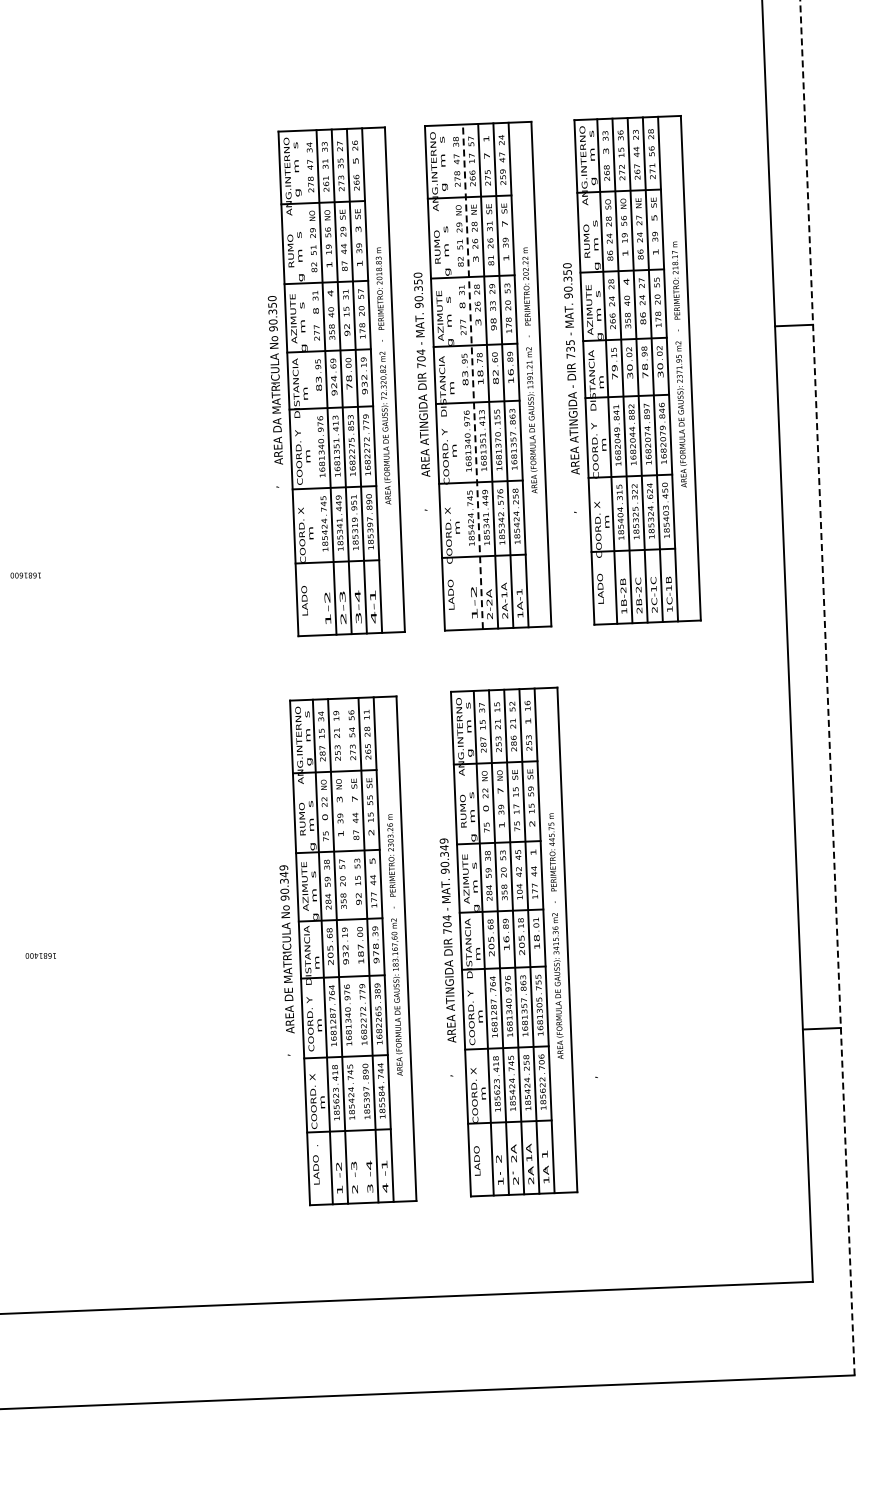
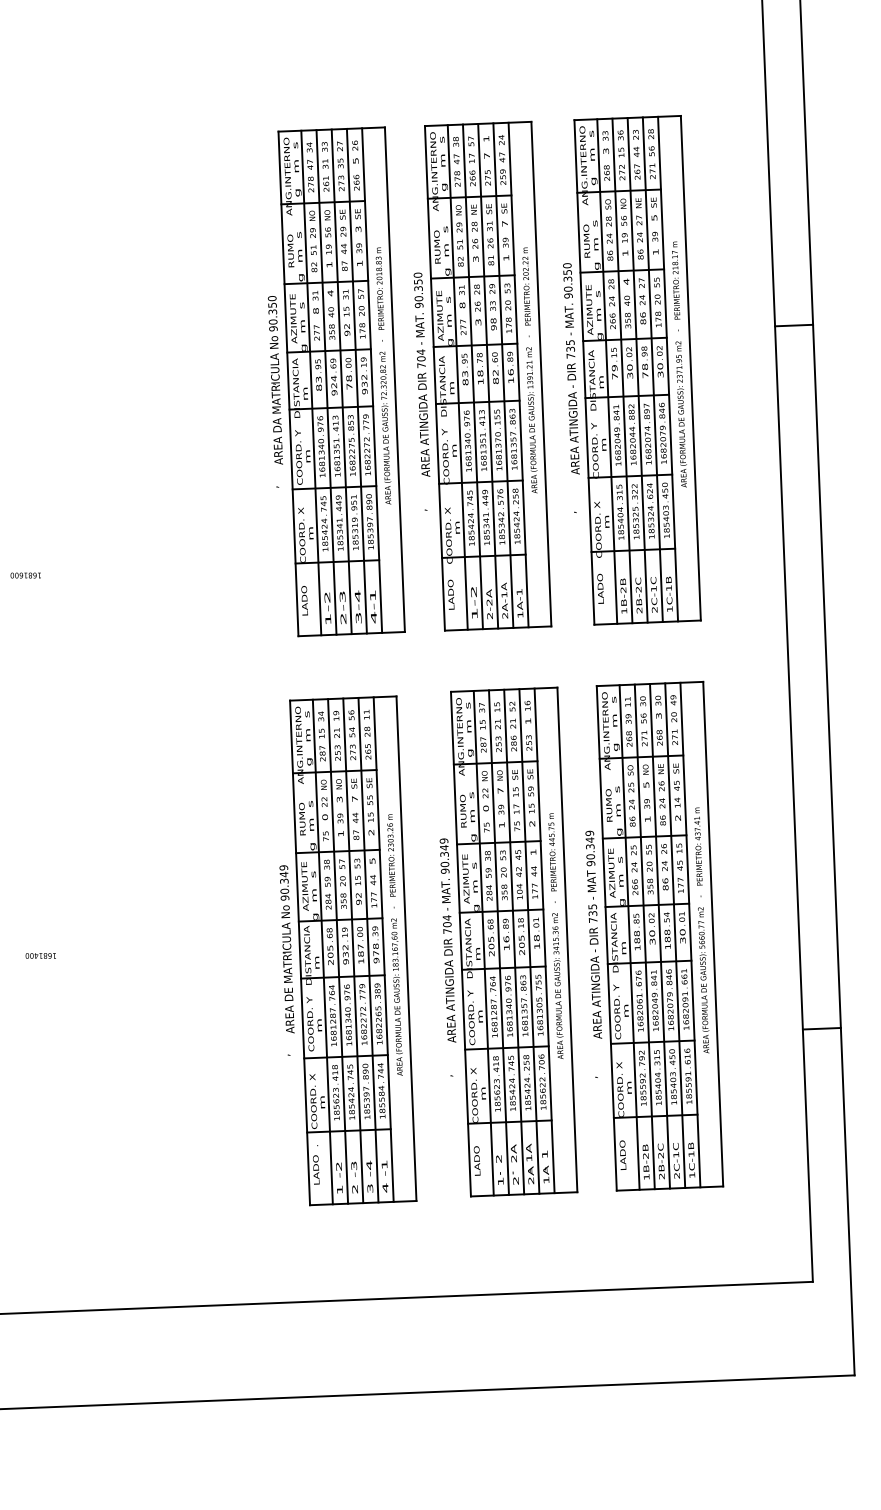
line at (472, 376): dashed -> solid
line at (457, 377): none -> present
line at (311, 382): none -> present
line at (827, 687): dashed -> solid
part at (654, 935): none -> present
line at (353, 950): none -> present
